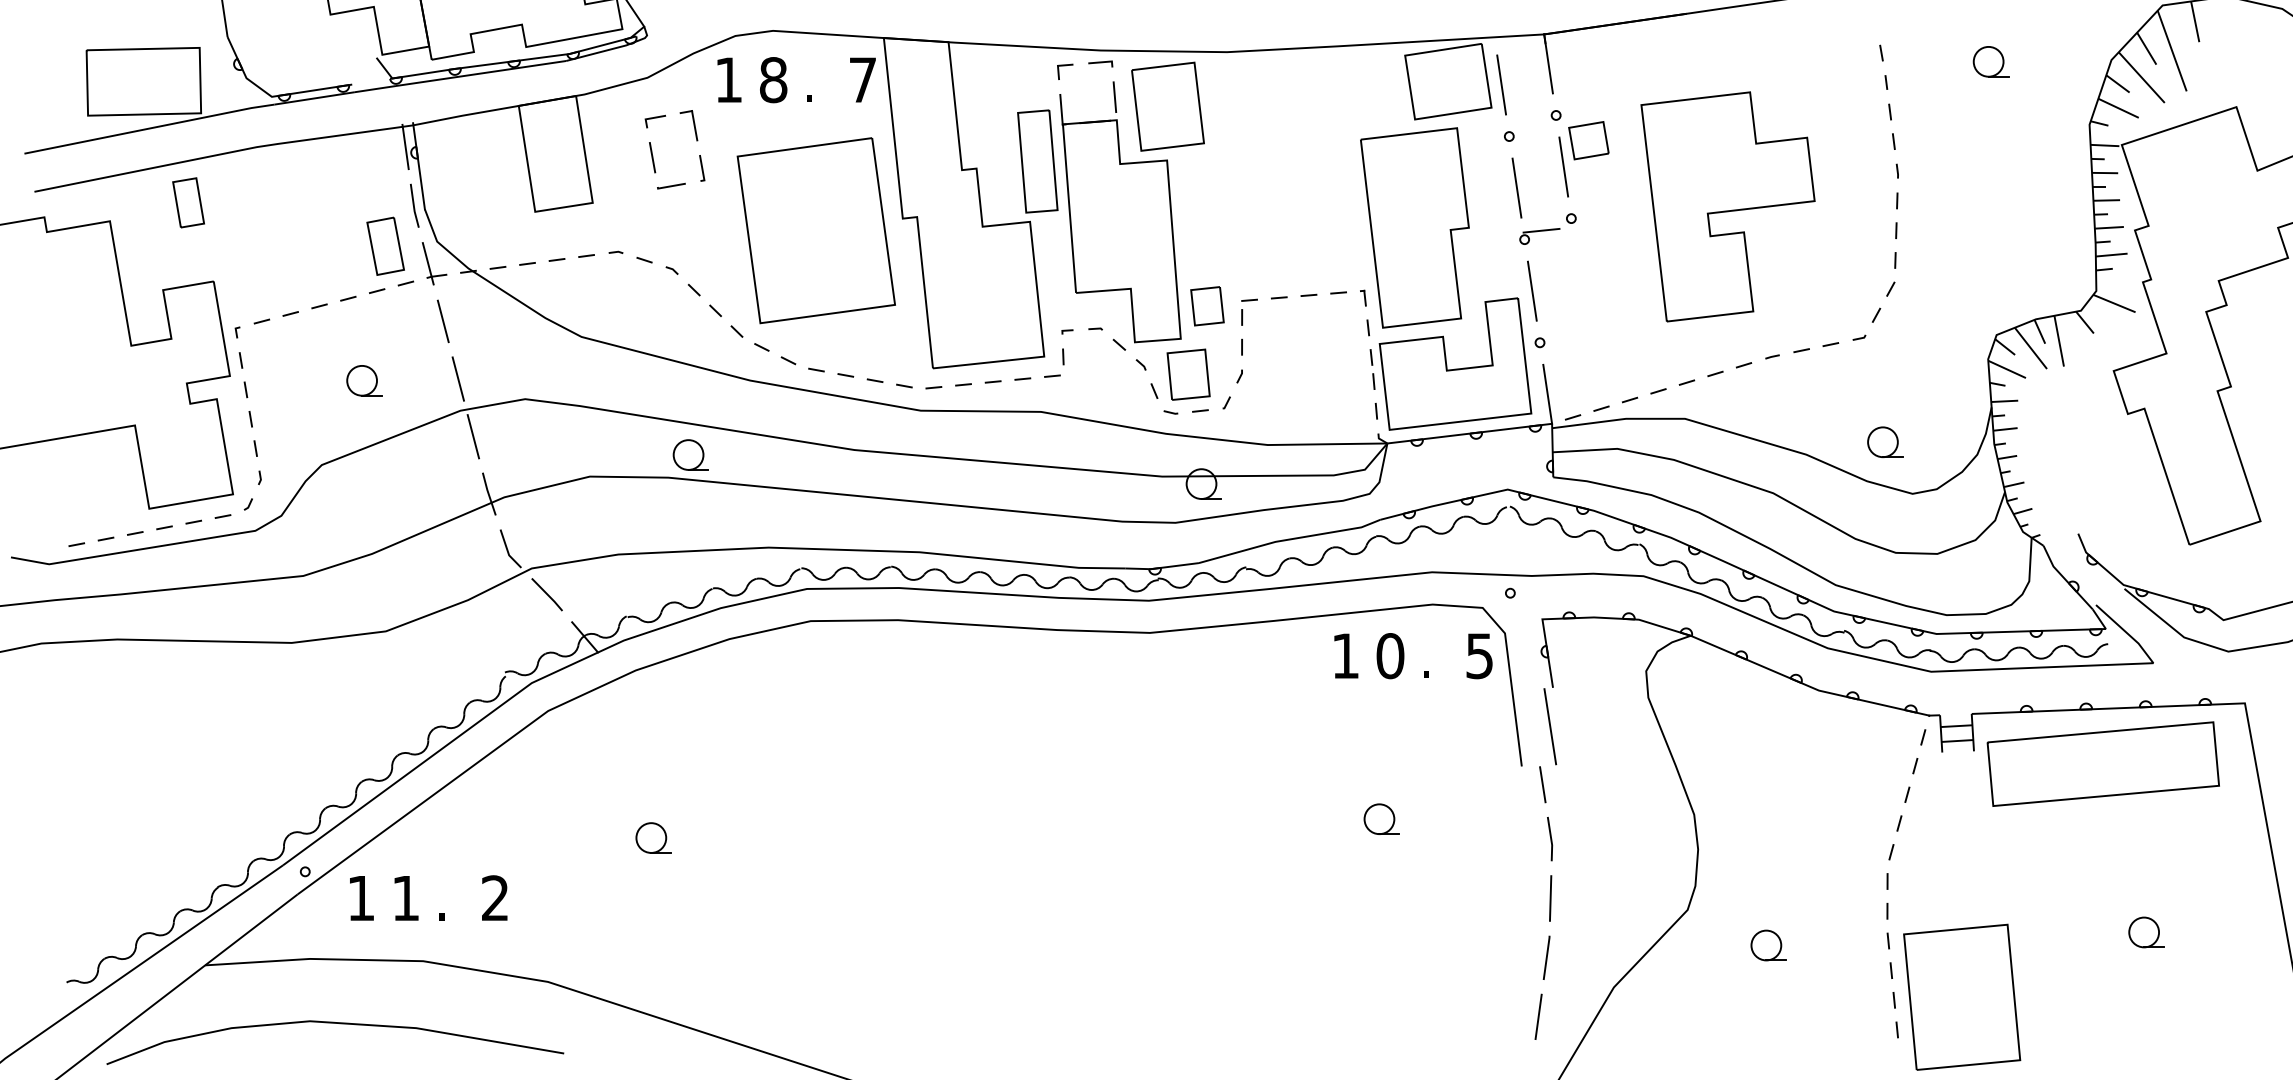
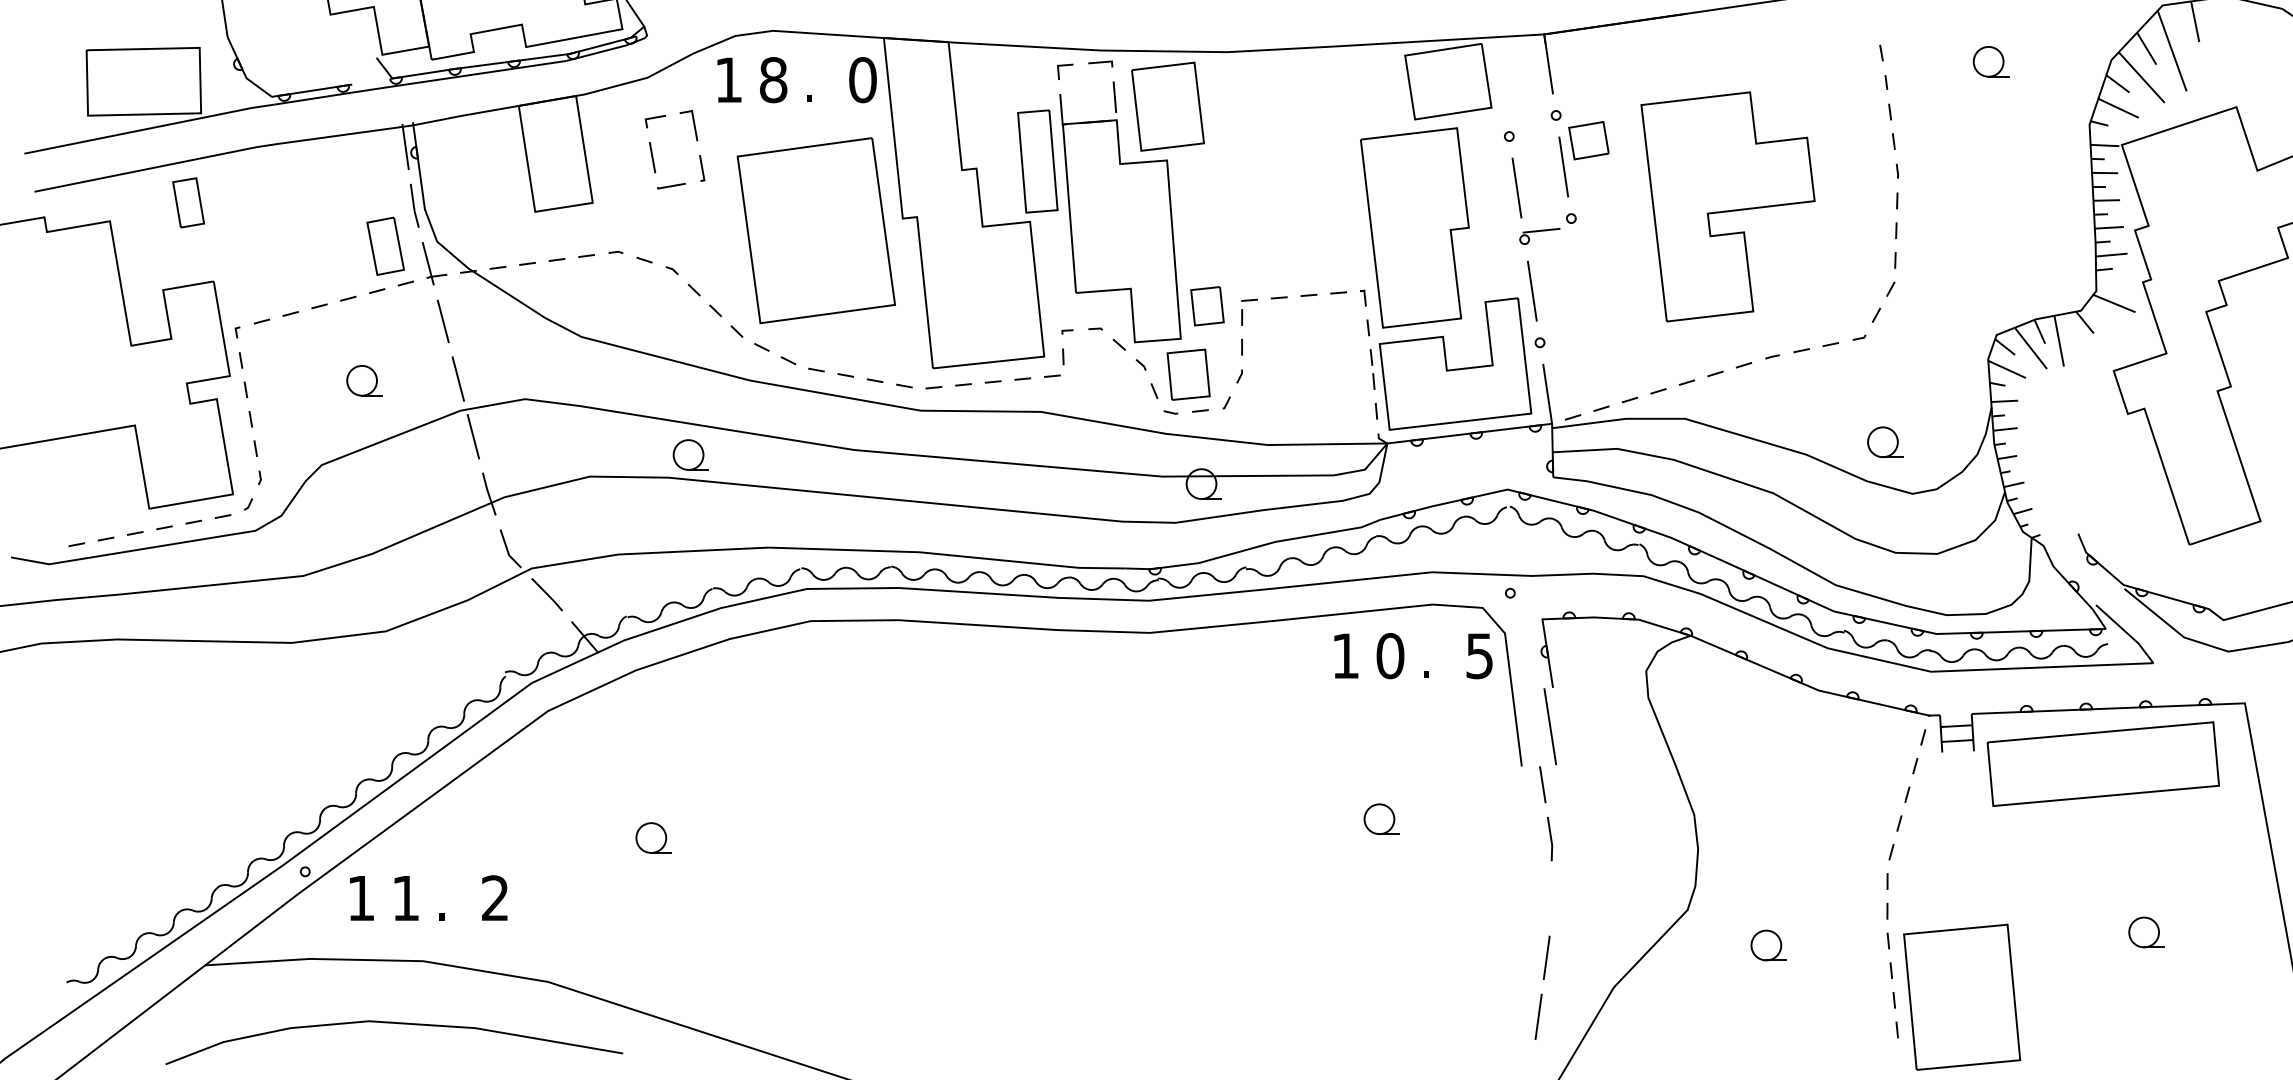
text at (862, 80): 7 -> 0
line at (1501, 84): present -> none
line at (1550, 898): present -> none
curve at (339, 1024) position: (339, 1024) -> (398, 1024)
